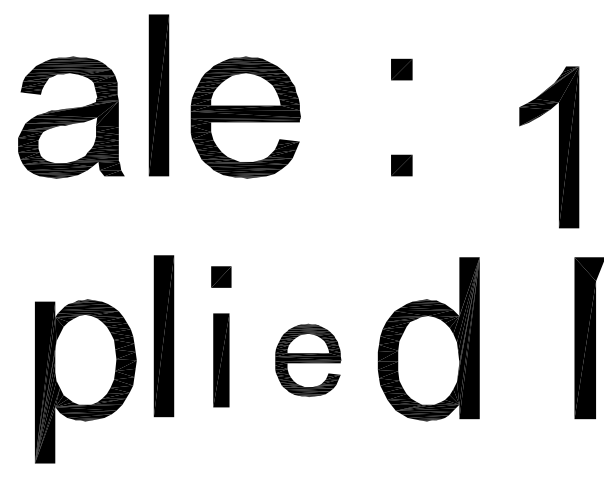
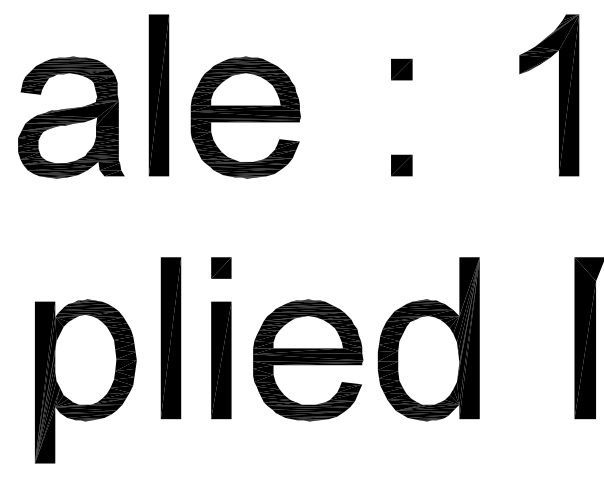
part at (559, 147) position: (559, 147) -> (559, 95)
part at (221, 276) position: (221, 276) -> (221, 267)
part at (163, 336) position: (163, 336) -> (170, 338)
part at (308, 359) size: 67x74 px -> 111x123 px
part at (221, 360) size: 17x95 px -> 21x119 px
